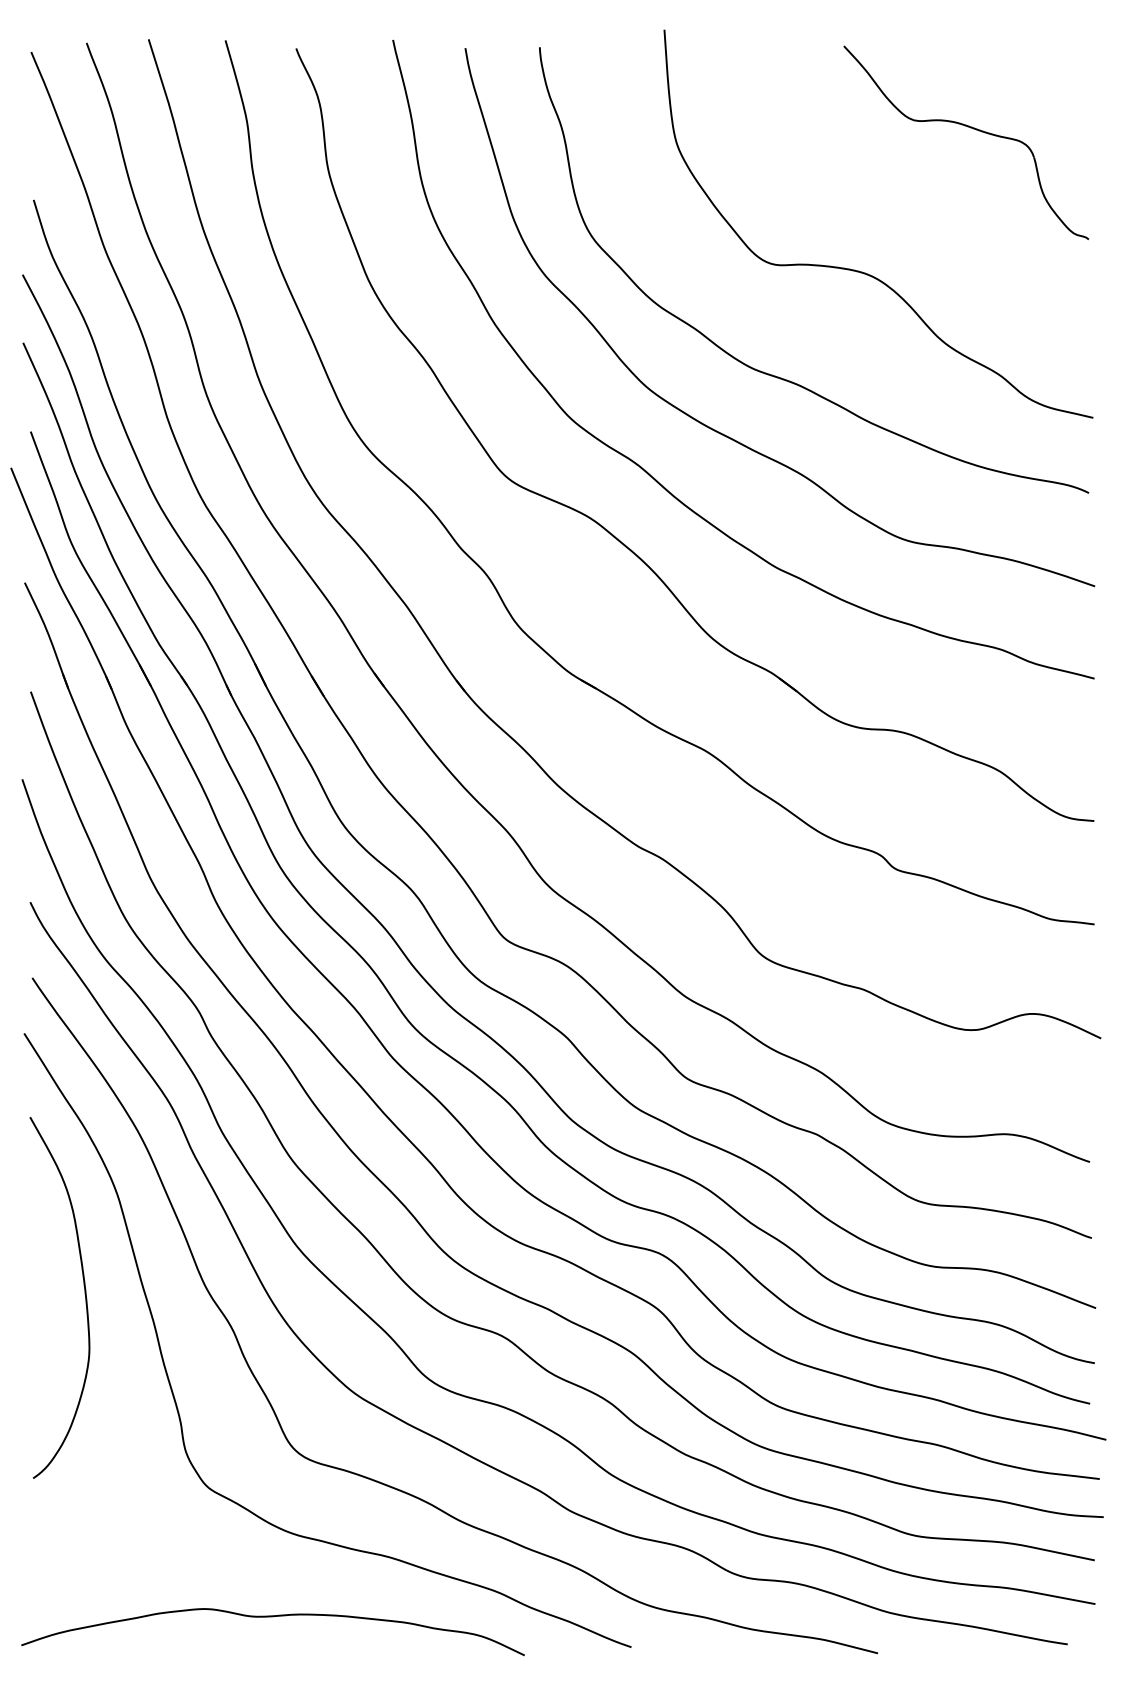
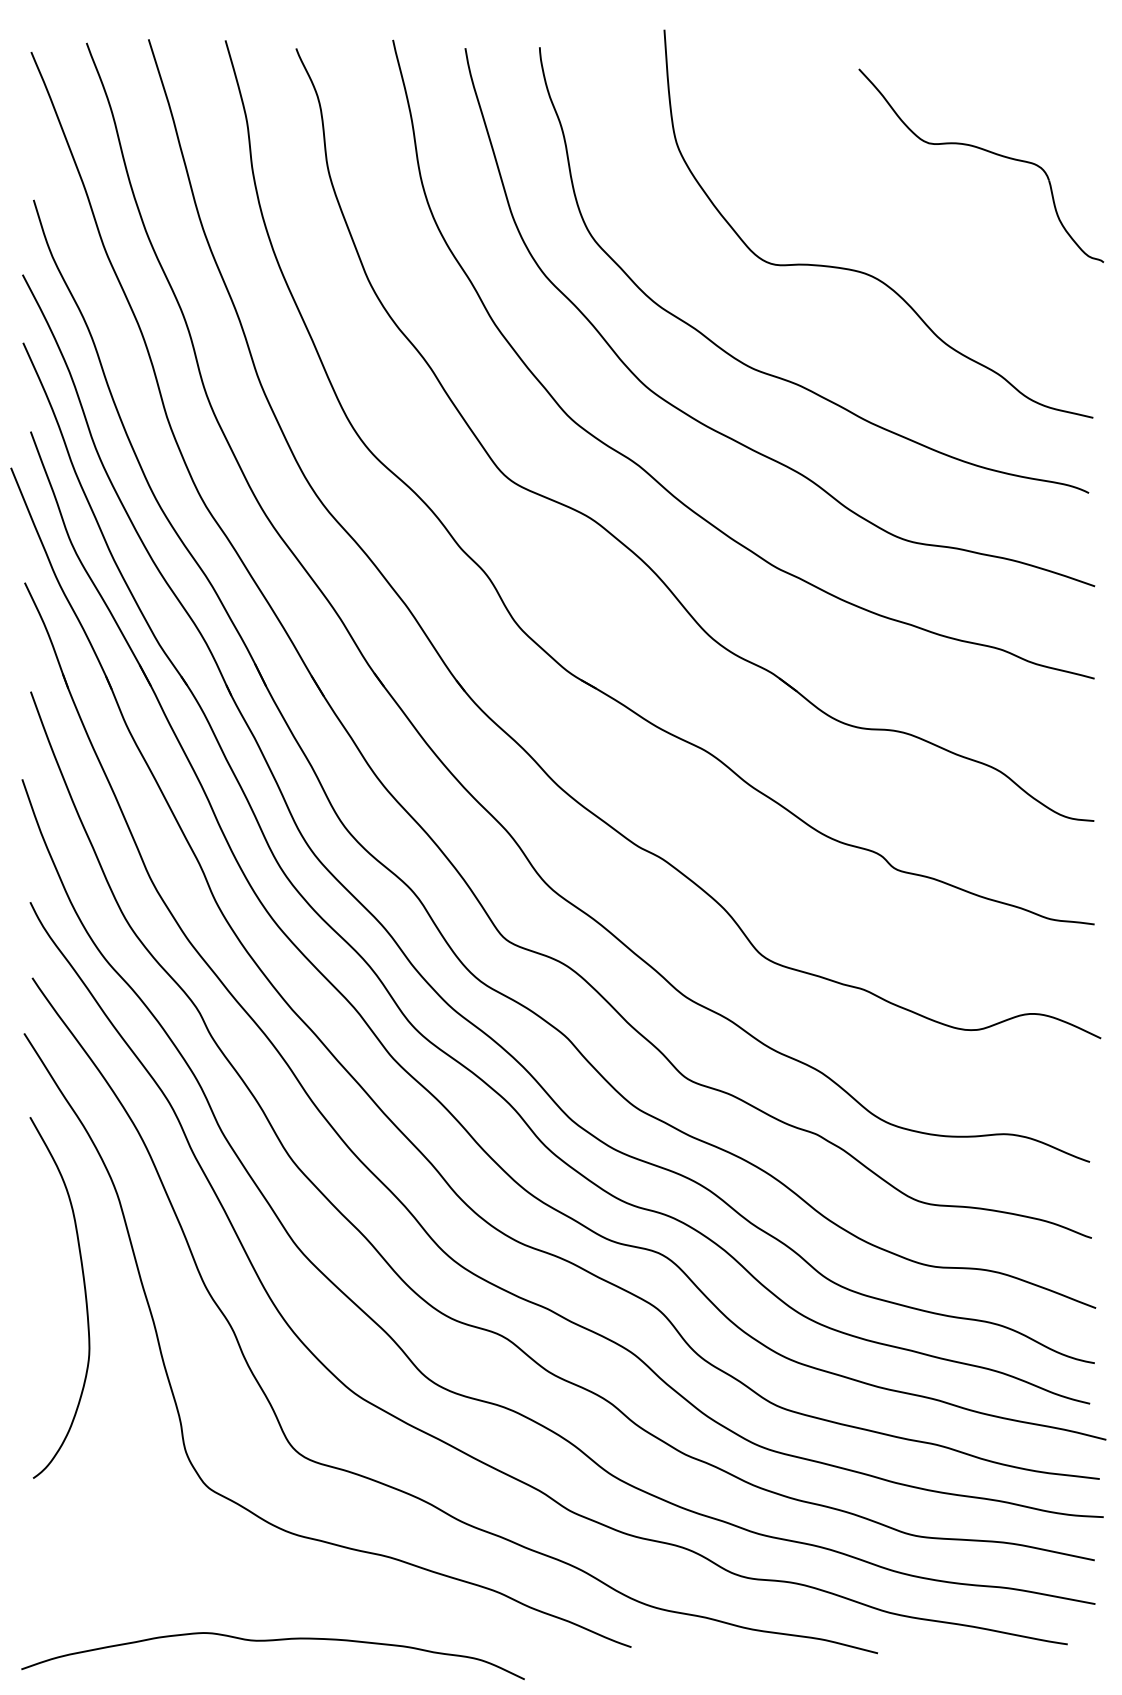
part at (970, 128) position: (970, 128) -> (985, 151)
curve at (272, 1617) position: (272, 1617) -> (272, 1641)
